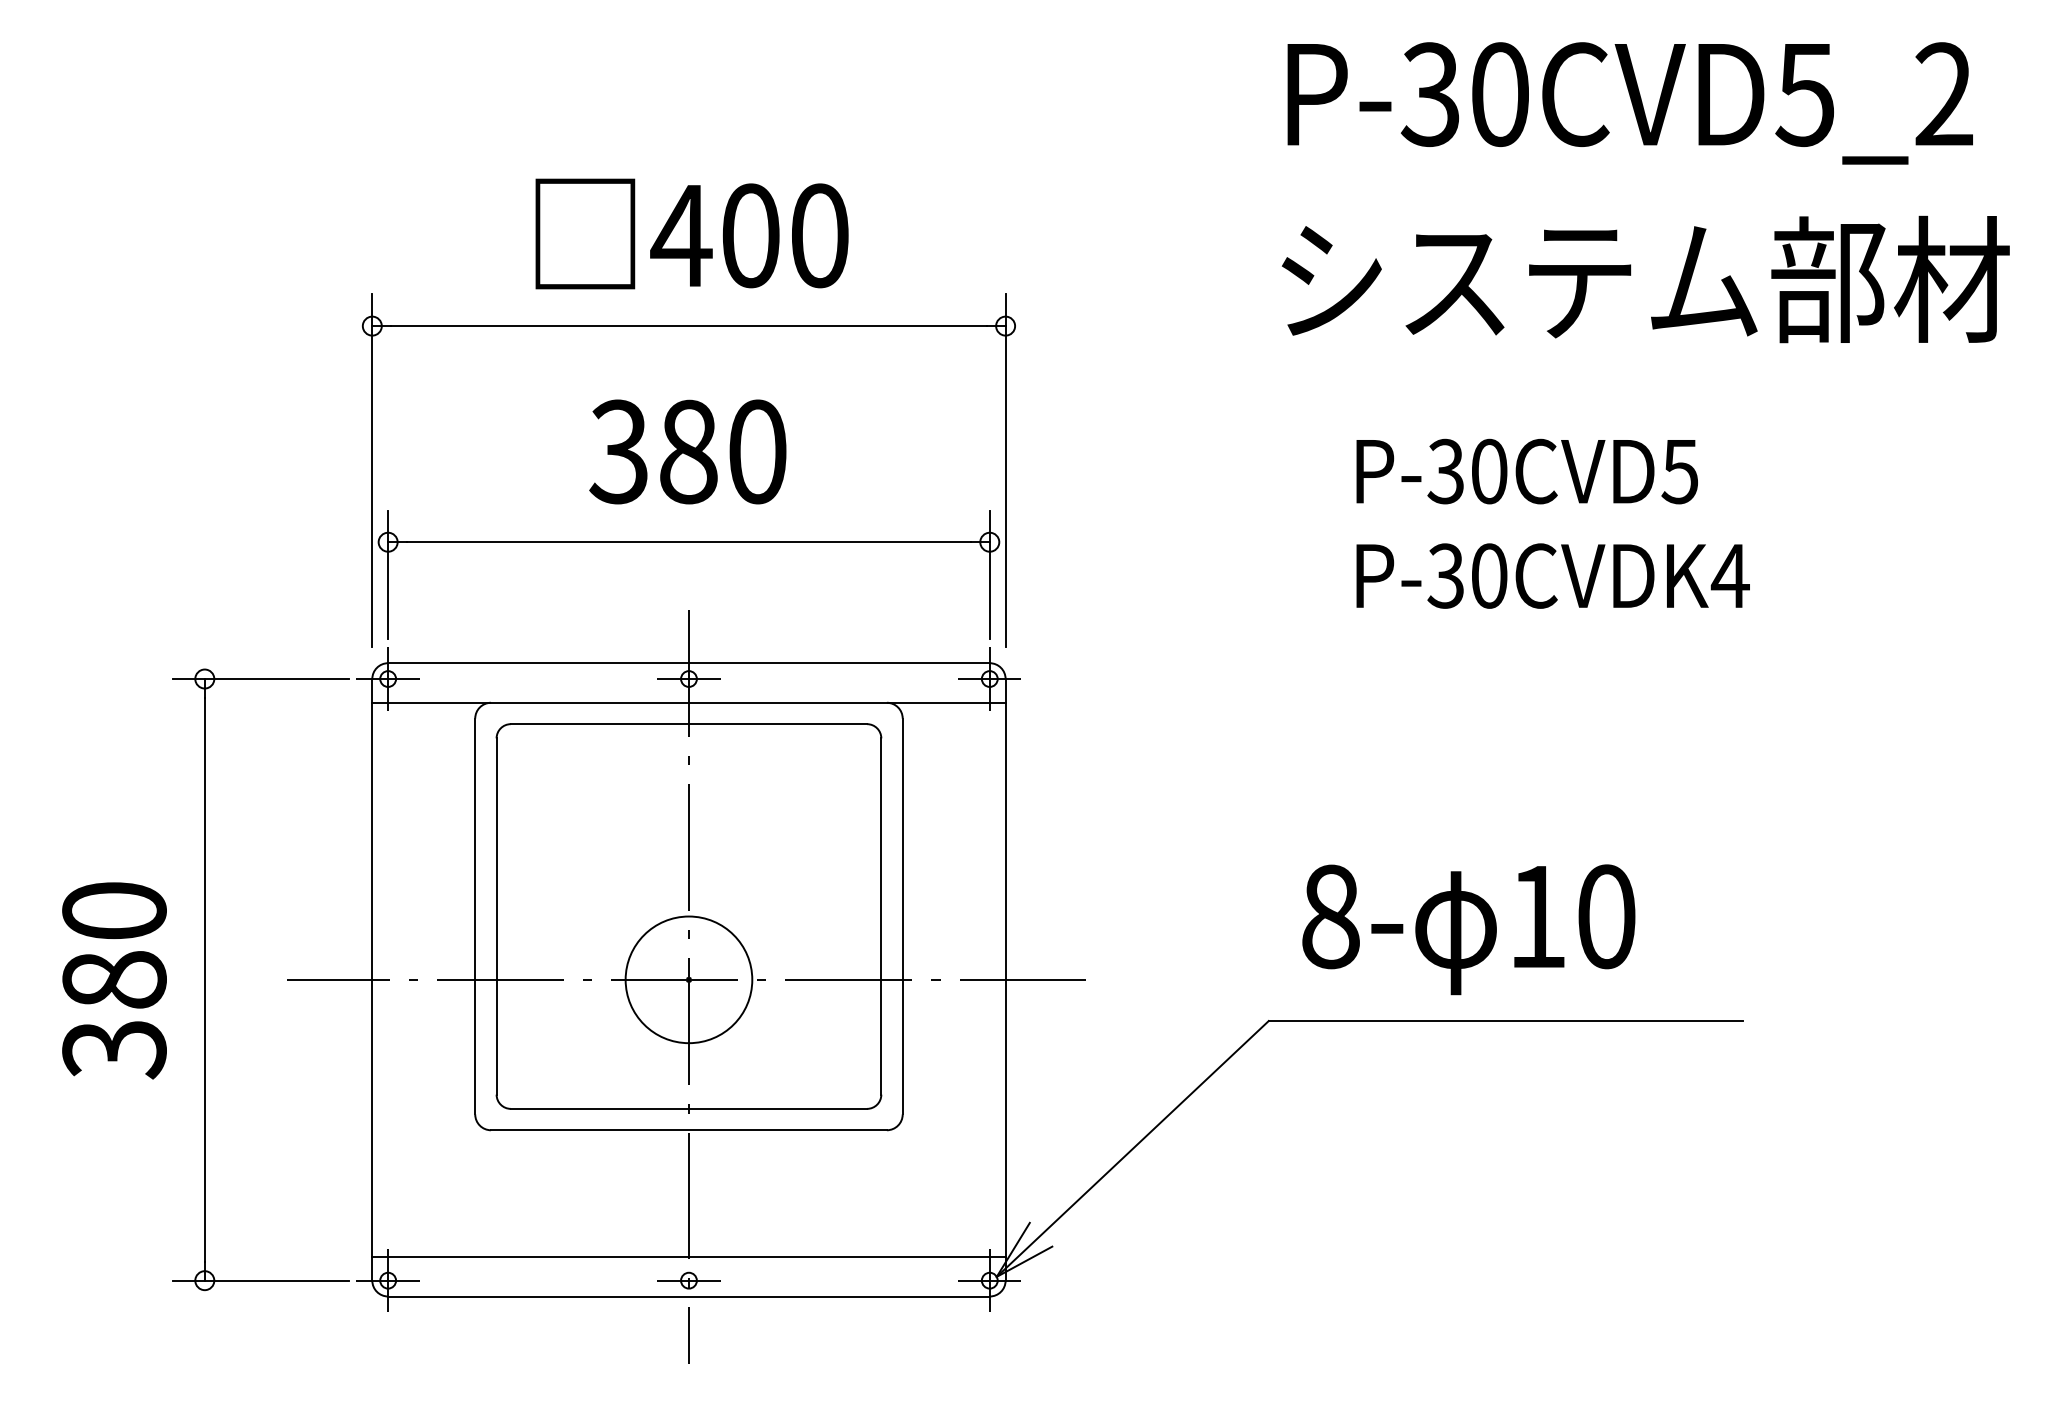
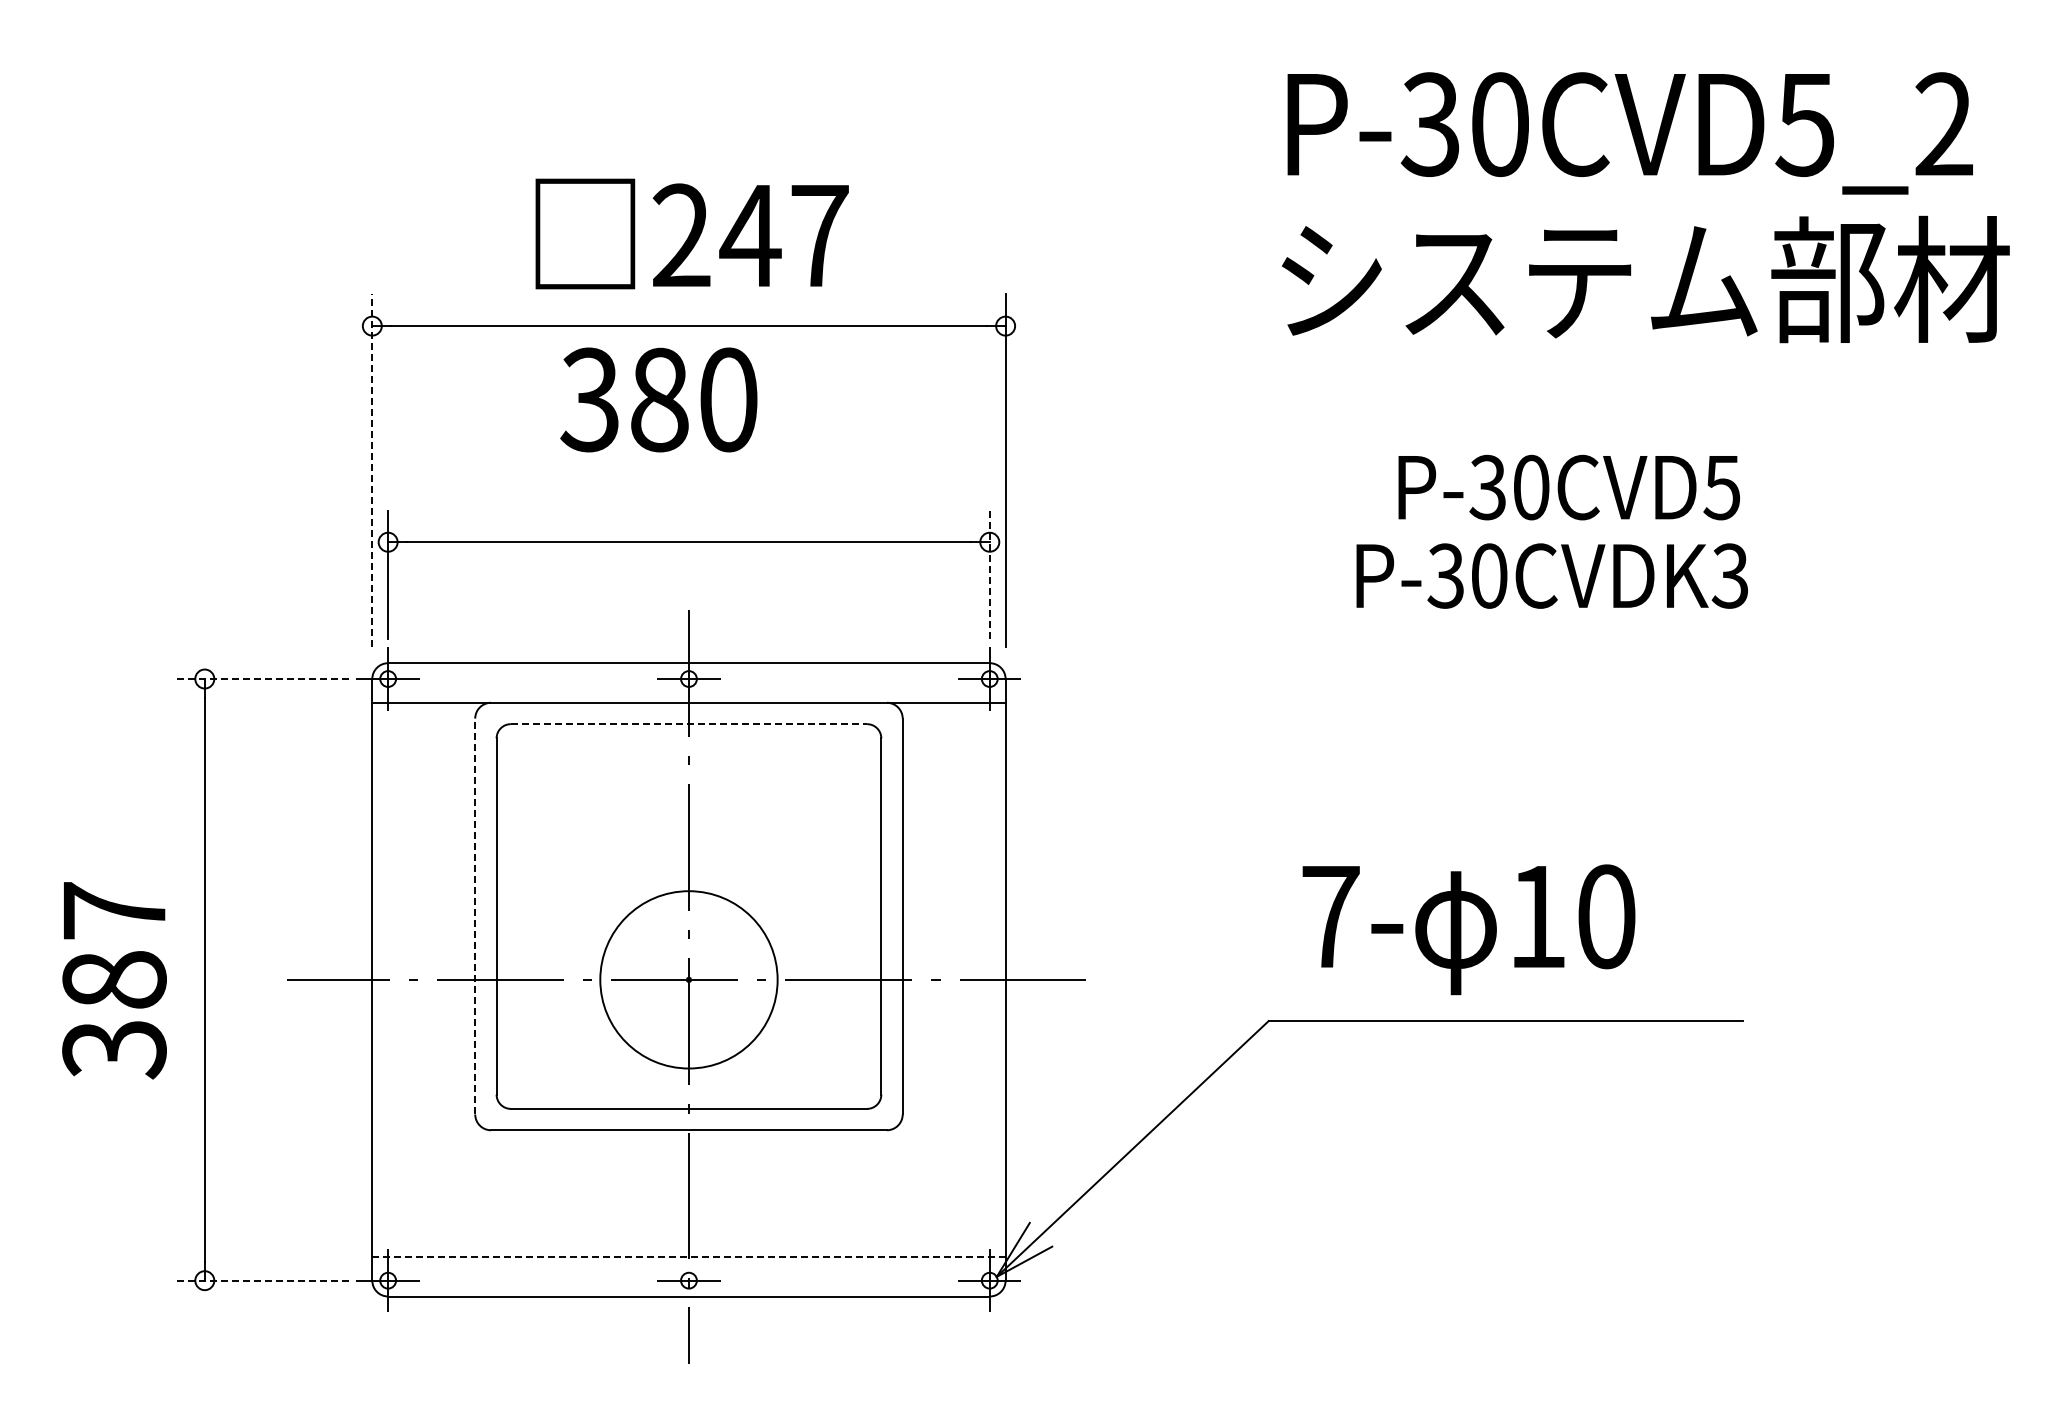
text at (1629, 103) position: (1629, 103) -> (1629, 133)
text at (749, 235): 400 -> 247
text at (687, 451) position: (687, 451) -> (658, 399)
line at (372, 470): solid -> dashed
text at (1526, 471) position: (1526, 471) -> (1568, 487)
line at (989, 574): solid -> dashed
text at (1729, 575): P-30CVDK4 -> P-30CVDK3
line at (260, 679): solid -> dashed
line at (689, 724): solid -> dashed
text at (114, 910): 380 -> 387
line at (475, 916): solid -> dashed
text at (1330, 916): 8- -> 7-
circle at (688, 979) diameter: 127 px -> 177 px
line at (688, 1256): solid -> dashed
line at (260, 1280): solid -> dashed
